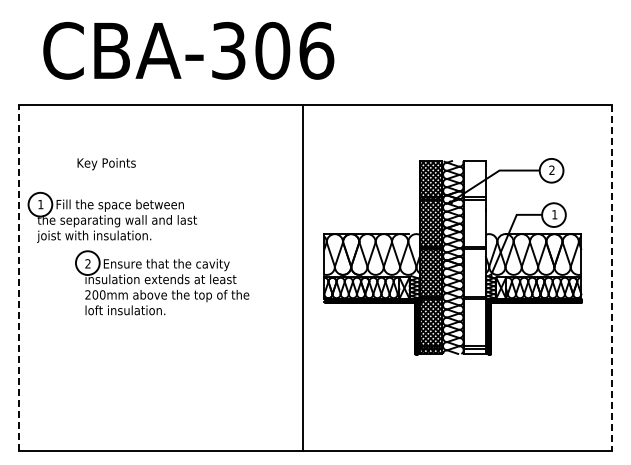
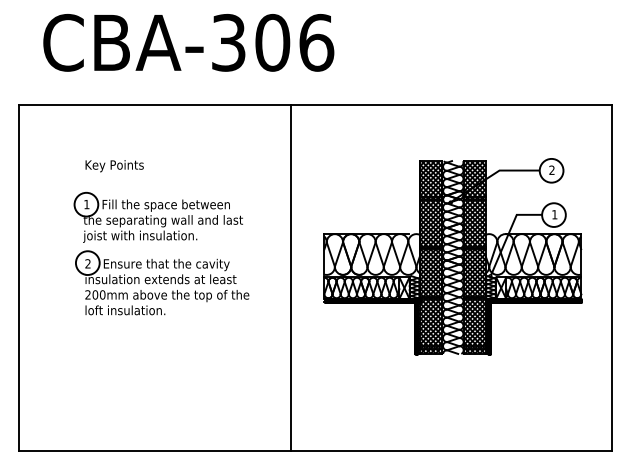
text at (188, 50) position: (188, 50) -> (188, 42)
text at (106, 164) position: (106, 164) -> (114, 166)
part at (111, 216) position: (111, 216) -> (157, 216)
hatch at (474, 257): none -> present
line at (18, 278): dashed -> solid
line at (303, 278) position: (303, 278) -> (291, 278)
line at (612, 278): dashed -> solid
